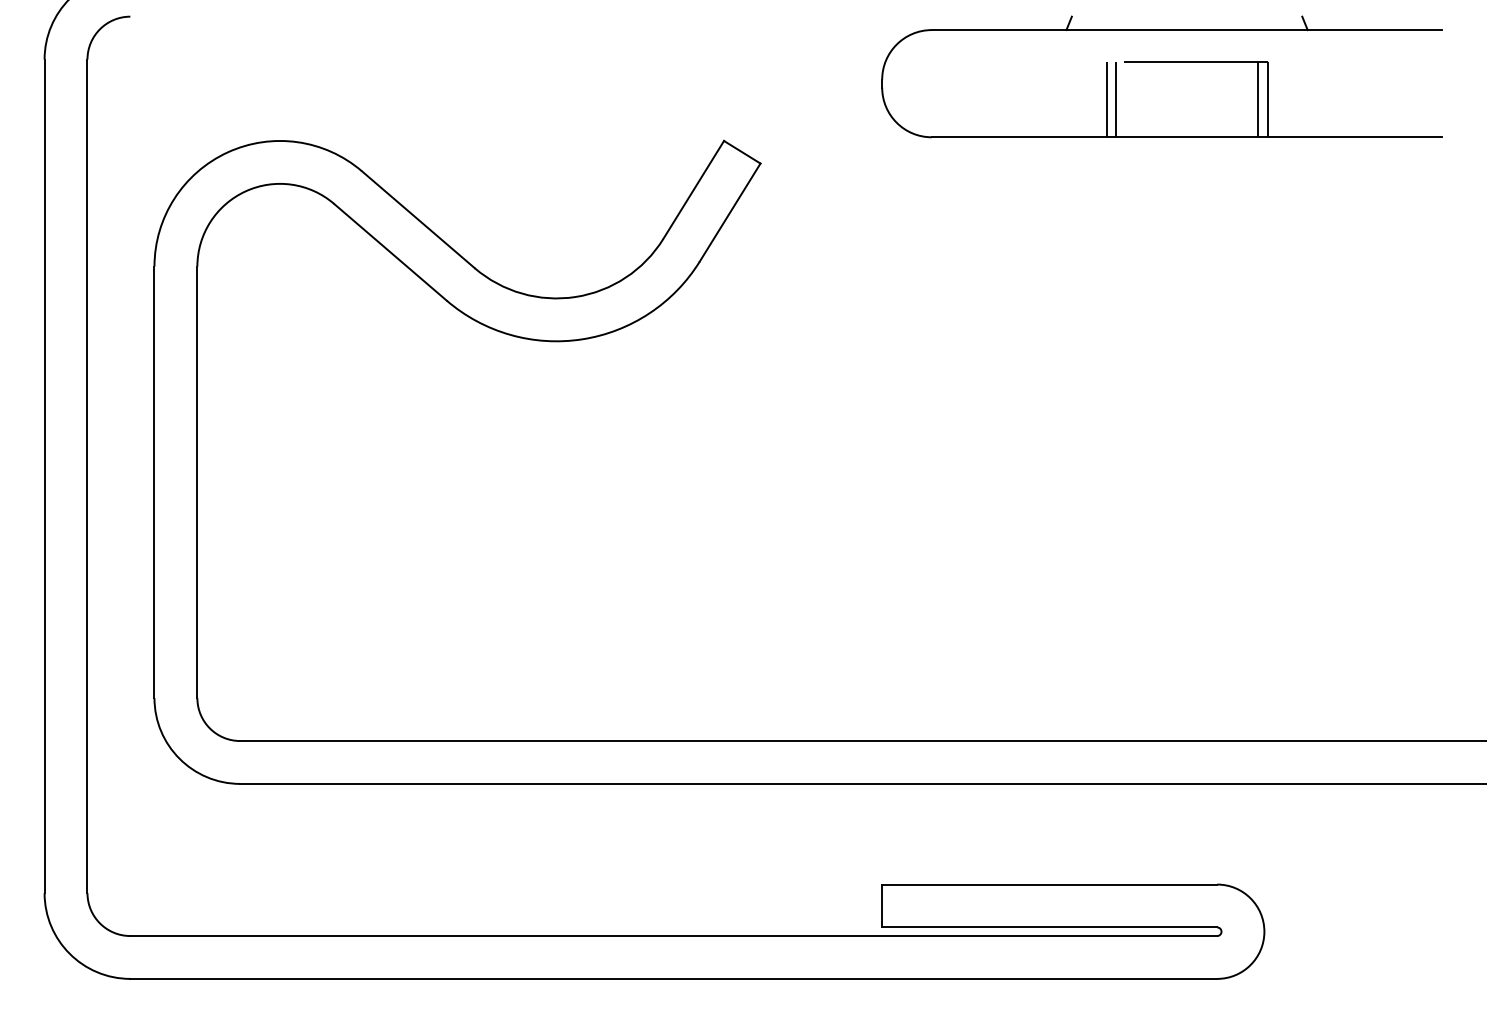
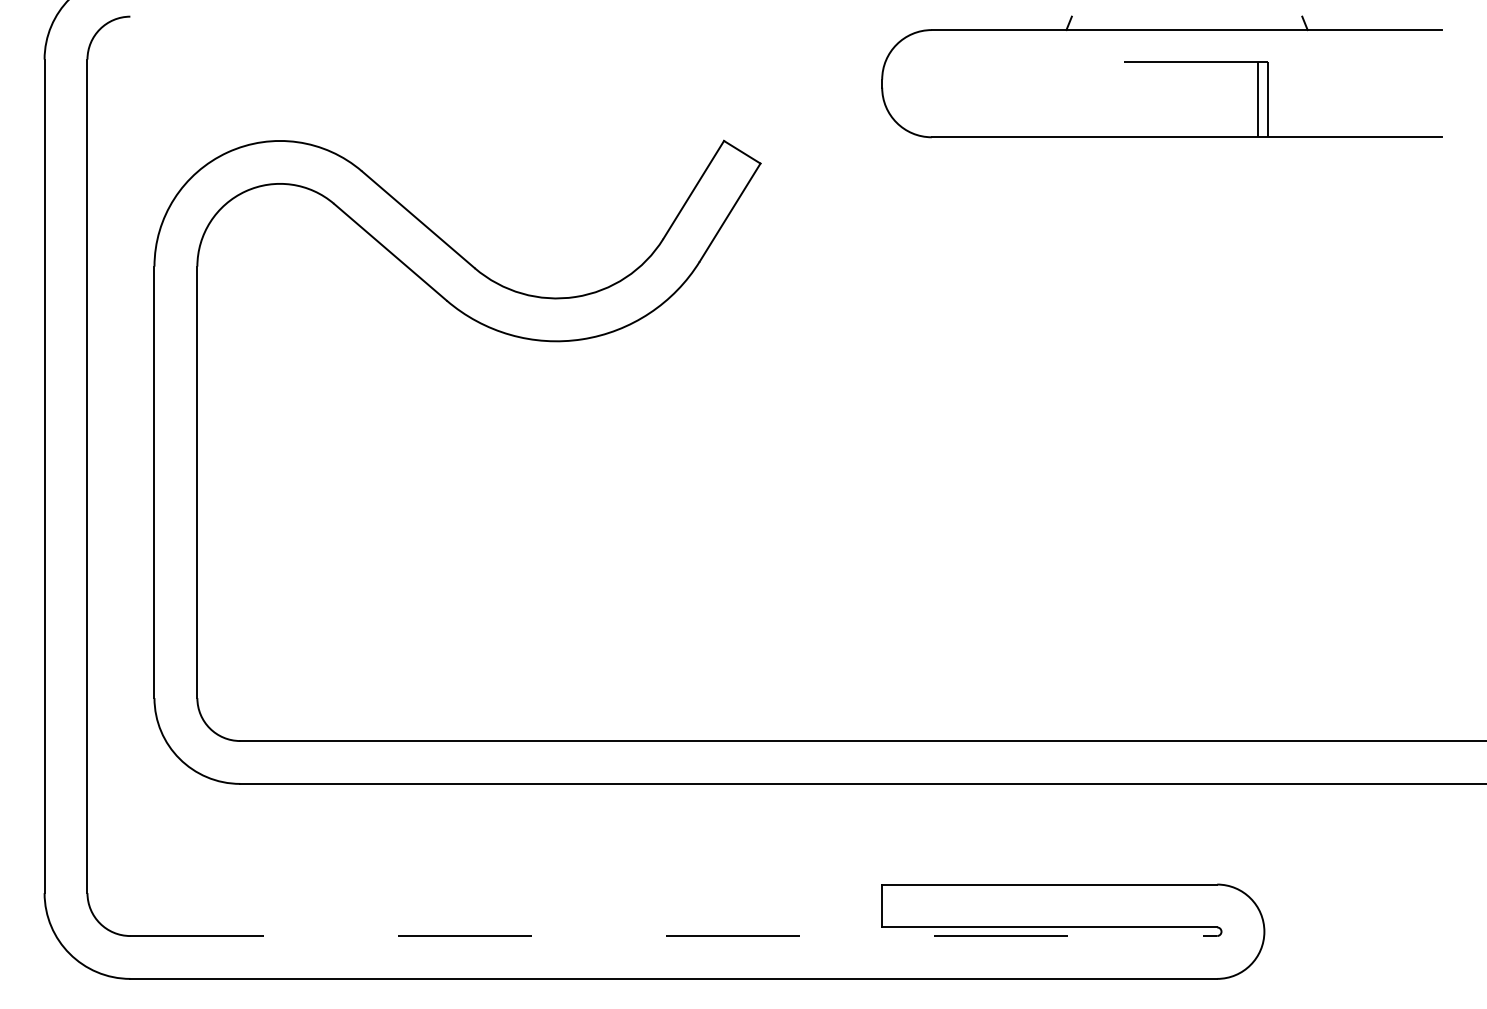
line at (1106, 99): present -> none
line at (1116, 99): present -> none
line at (674, 936): solid -> dashed
